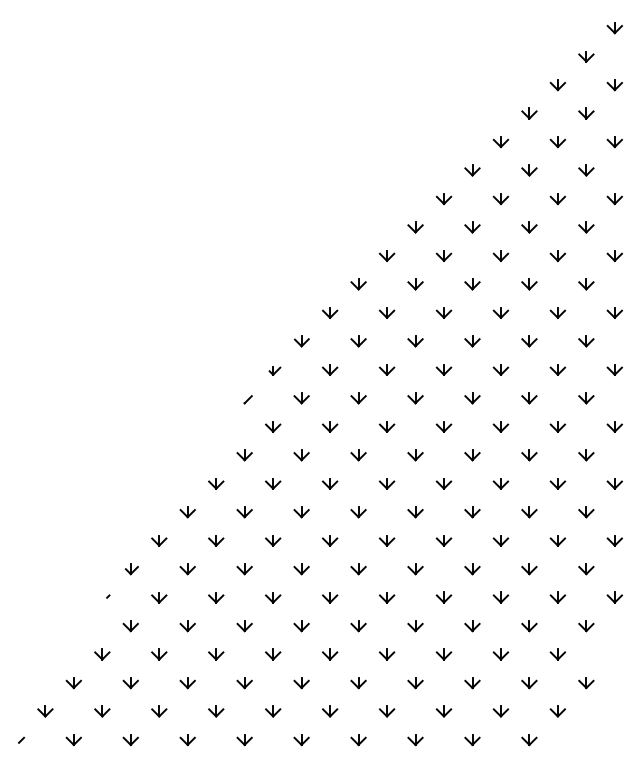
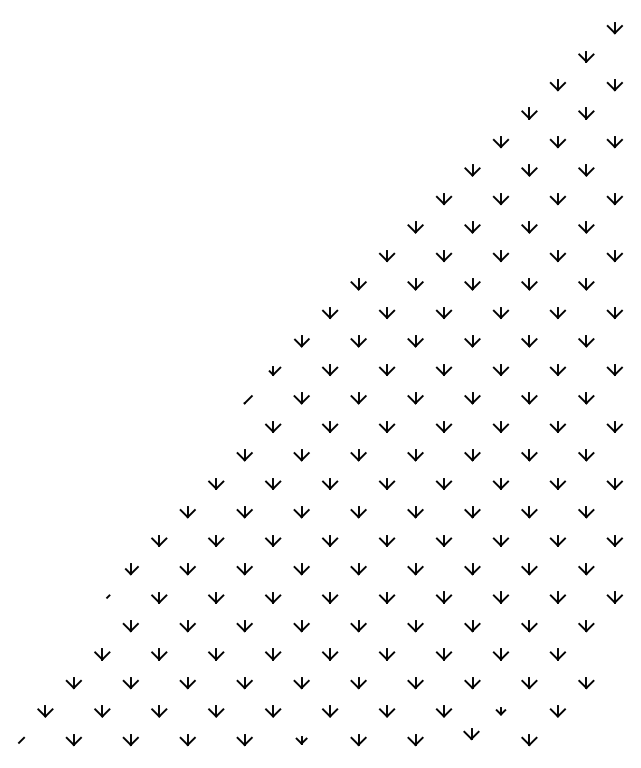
part at (500, 711) size: 18x13 px -> 12x9 px
part at (301, 740) size: 17x13 px -> 13x9 px
part at (472, 740) position: (472, 740) -> (471, 734)
